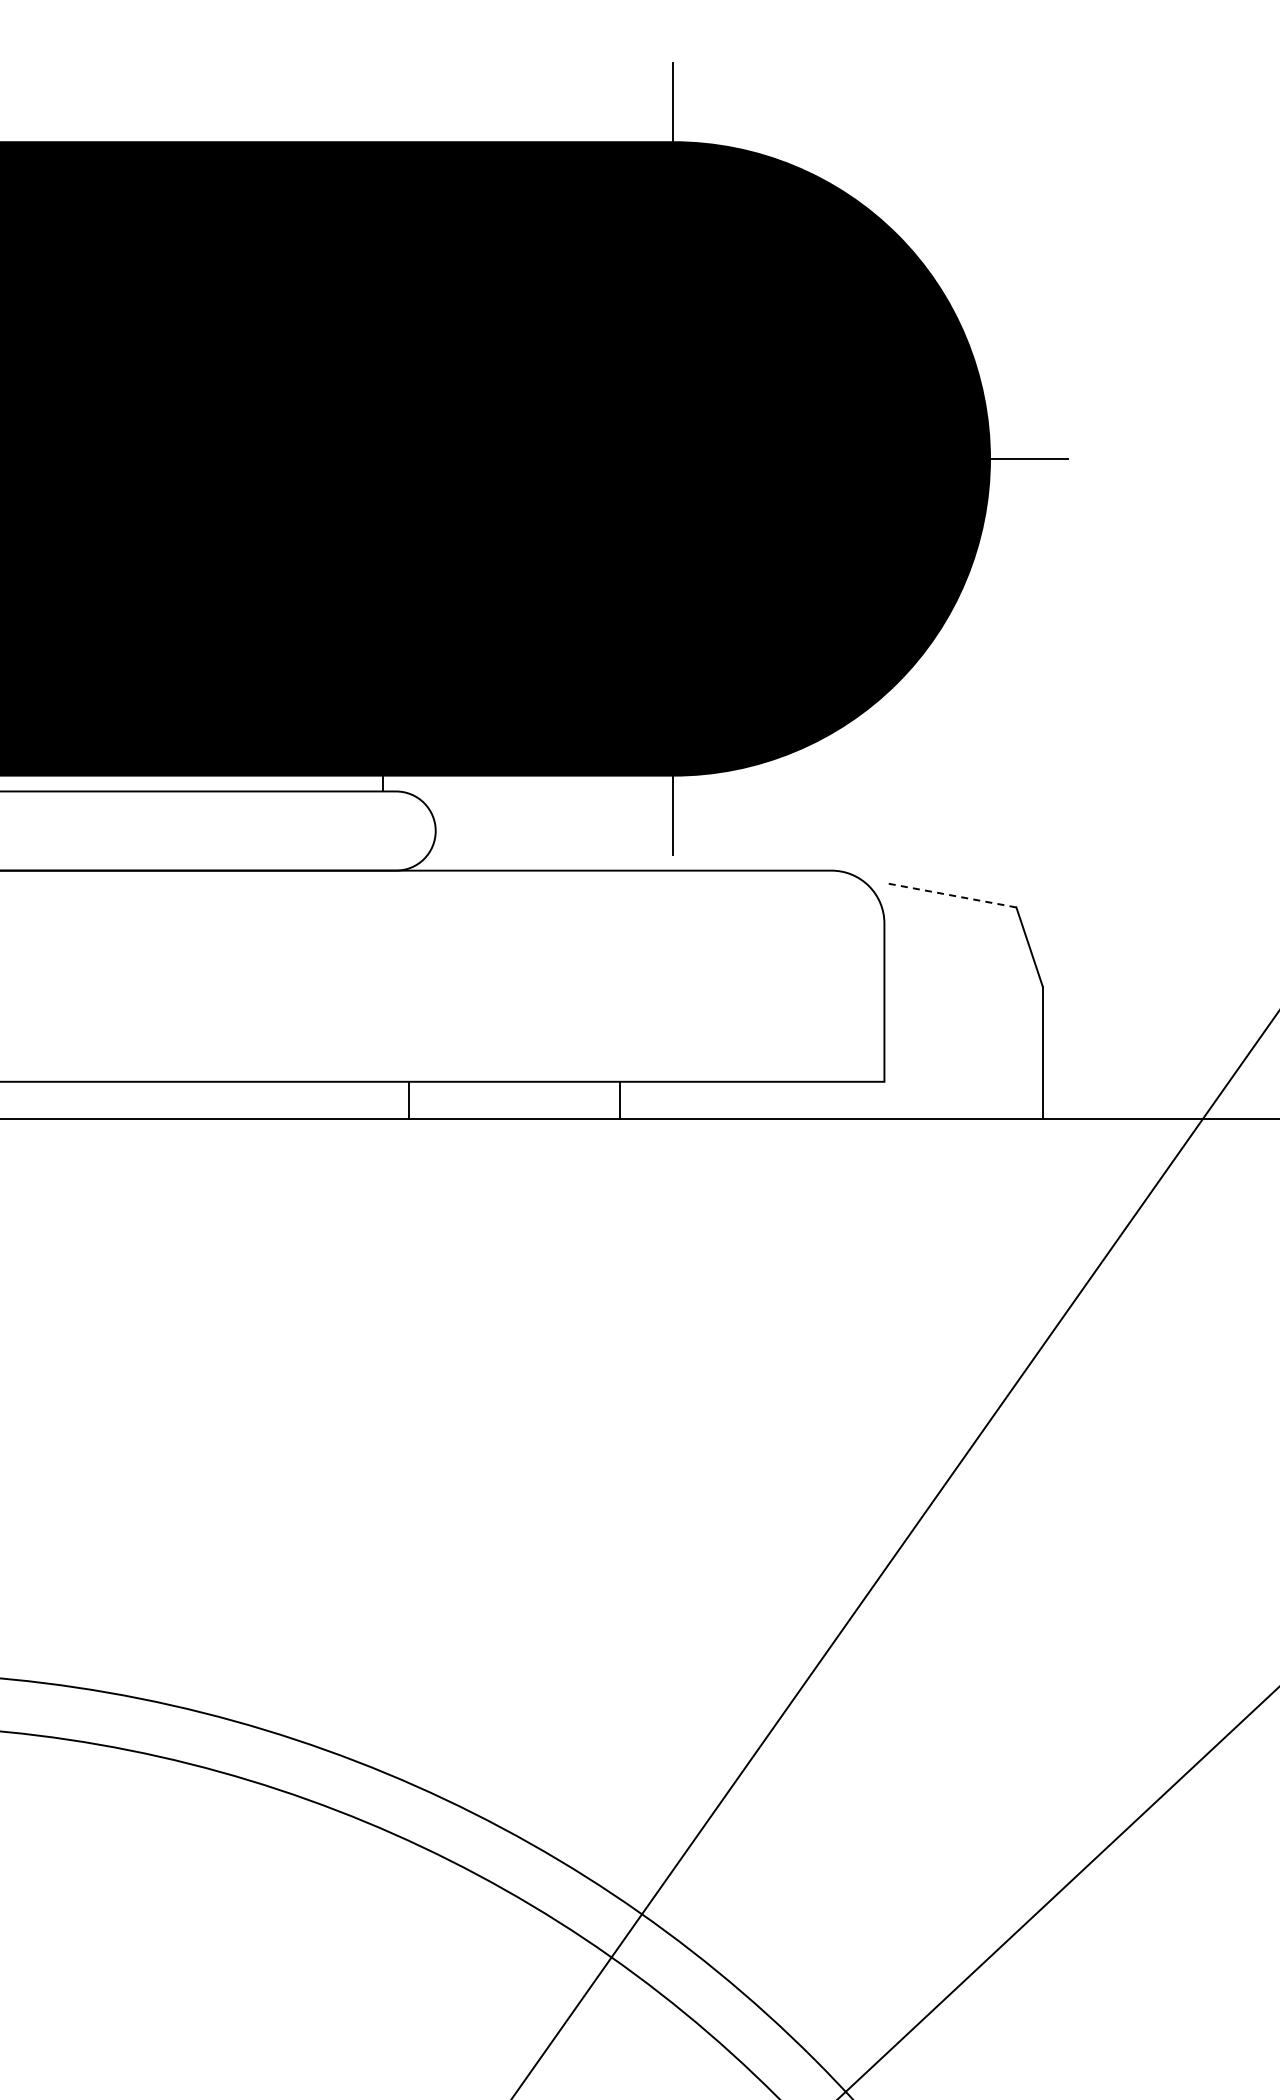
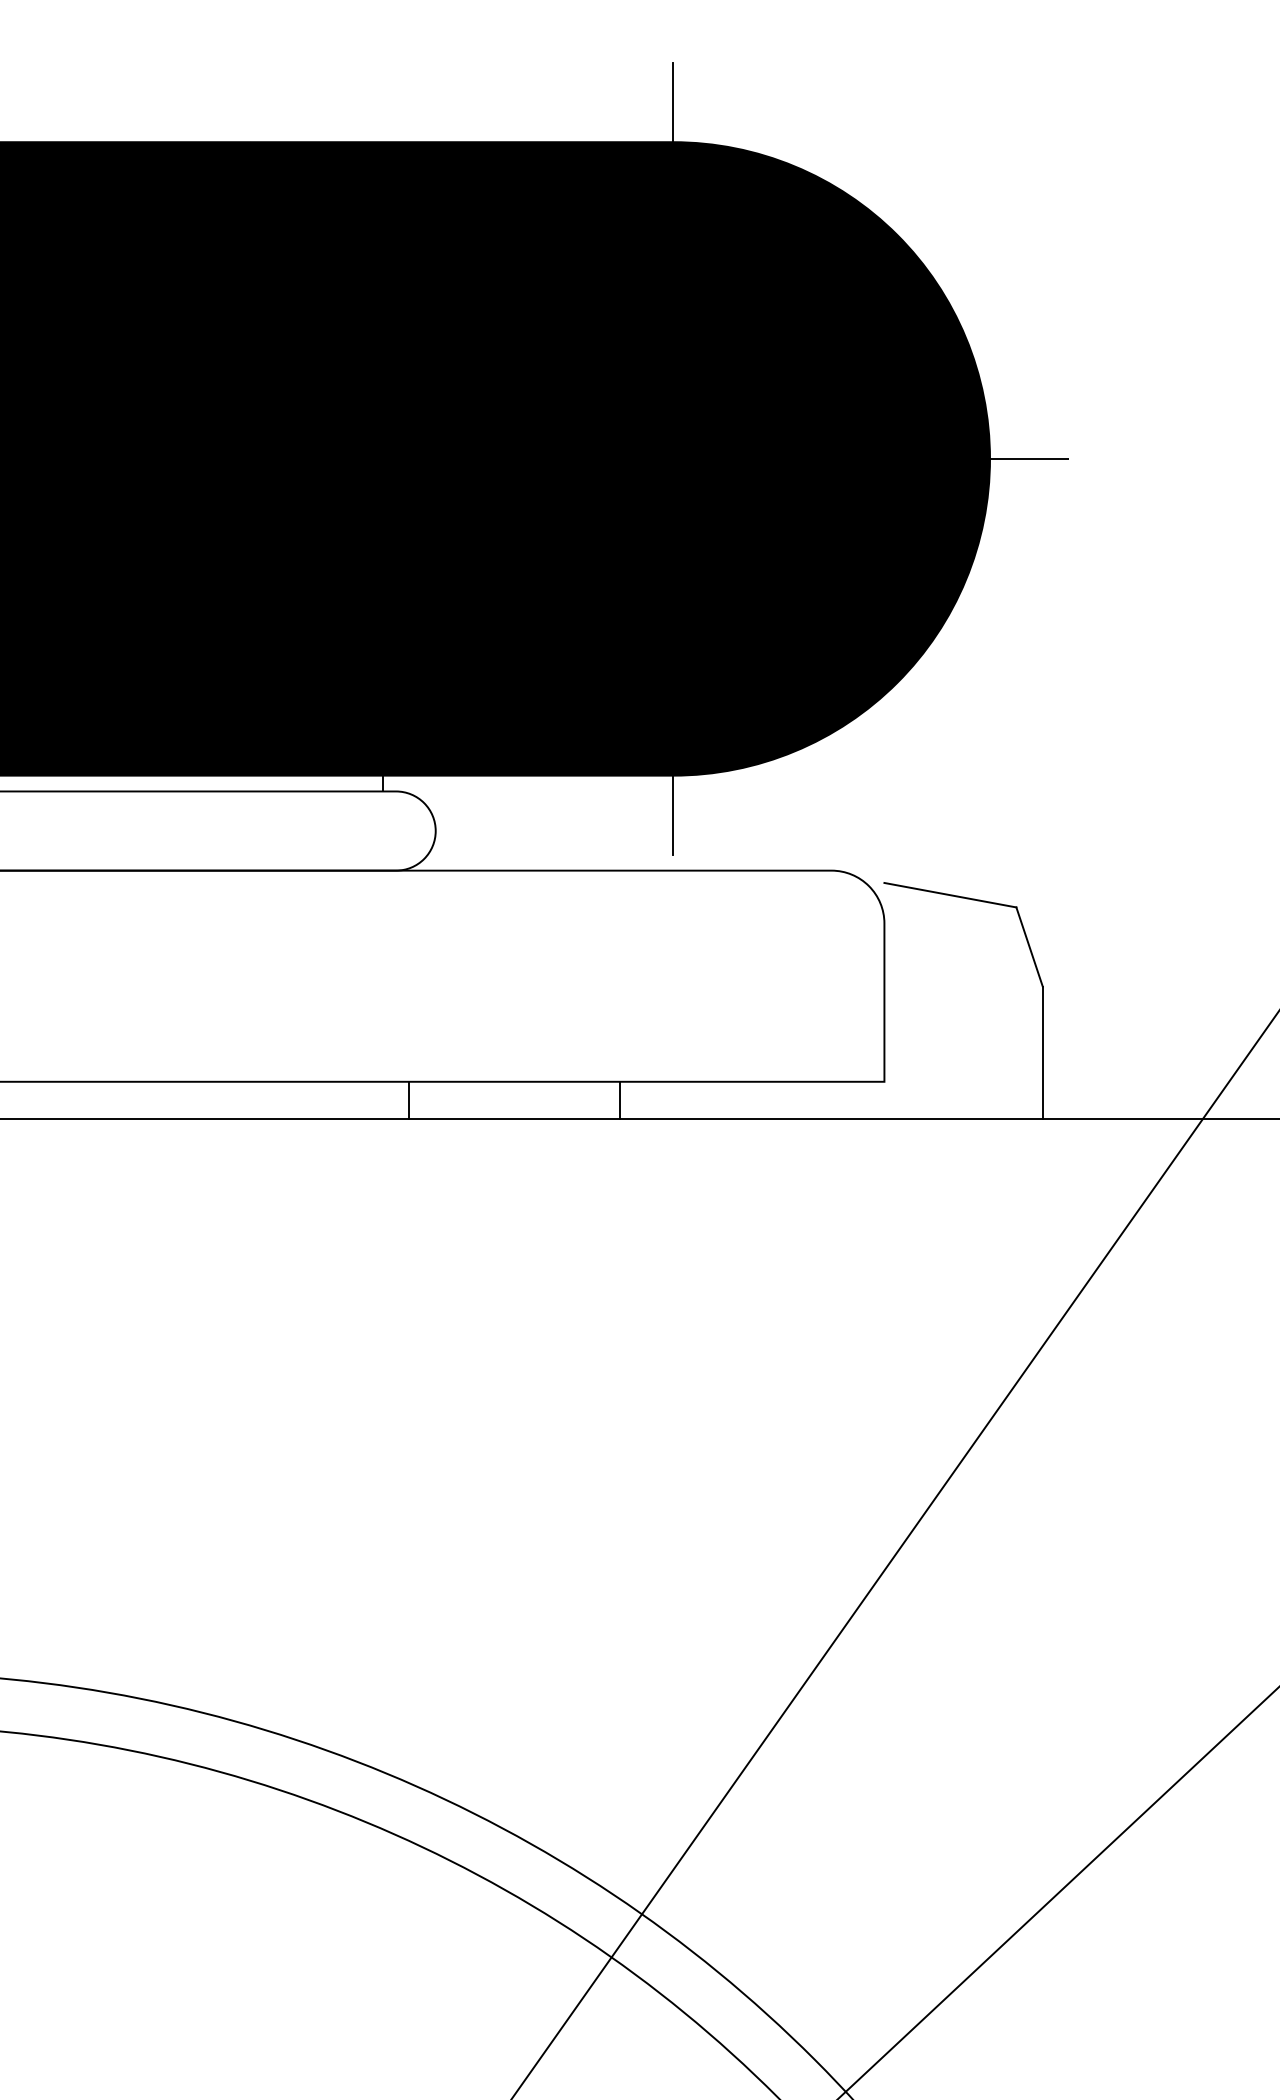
line at (949, 895): dashed -> solid
